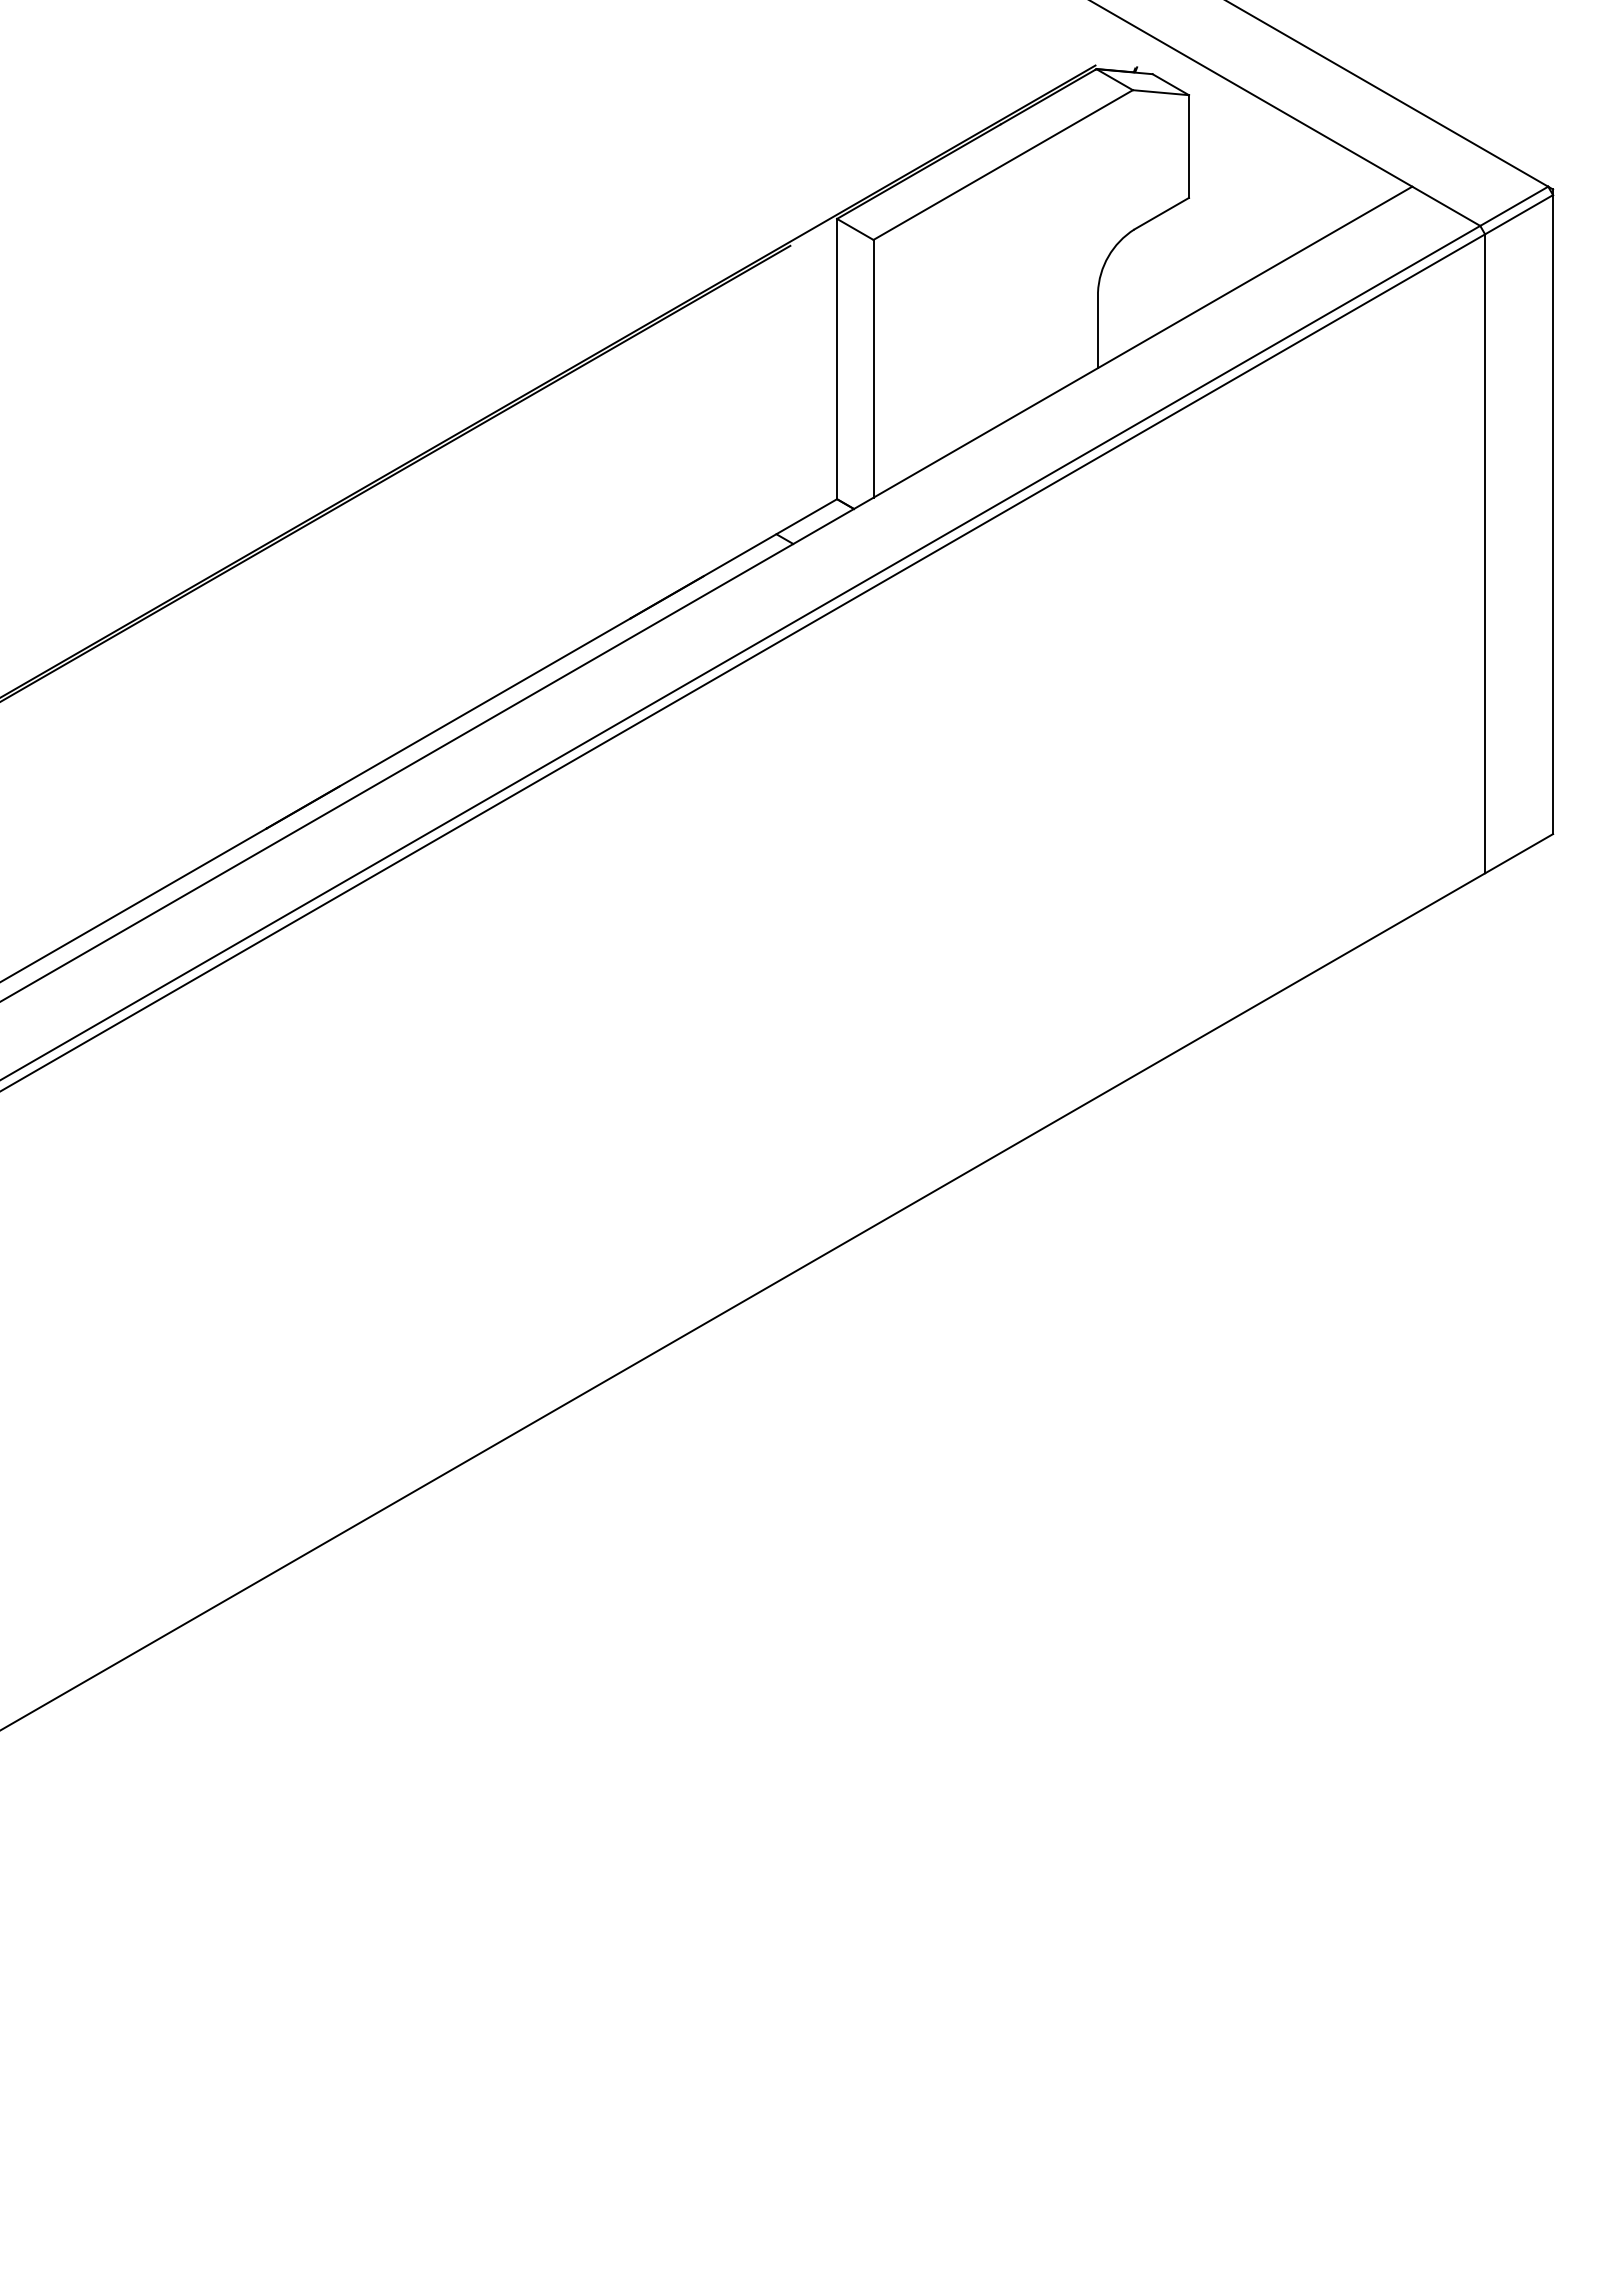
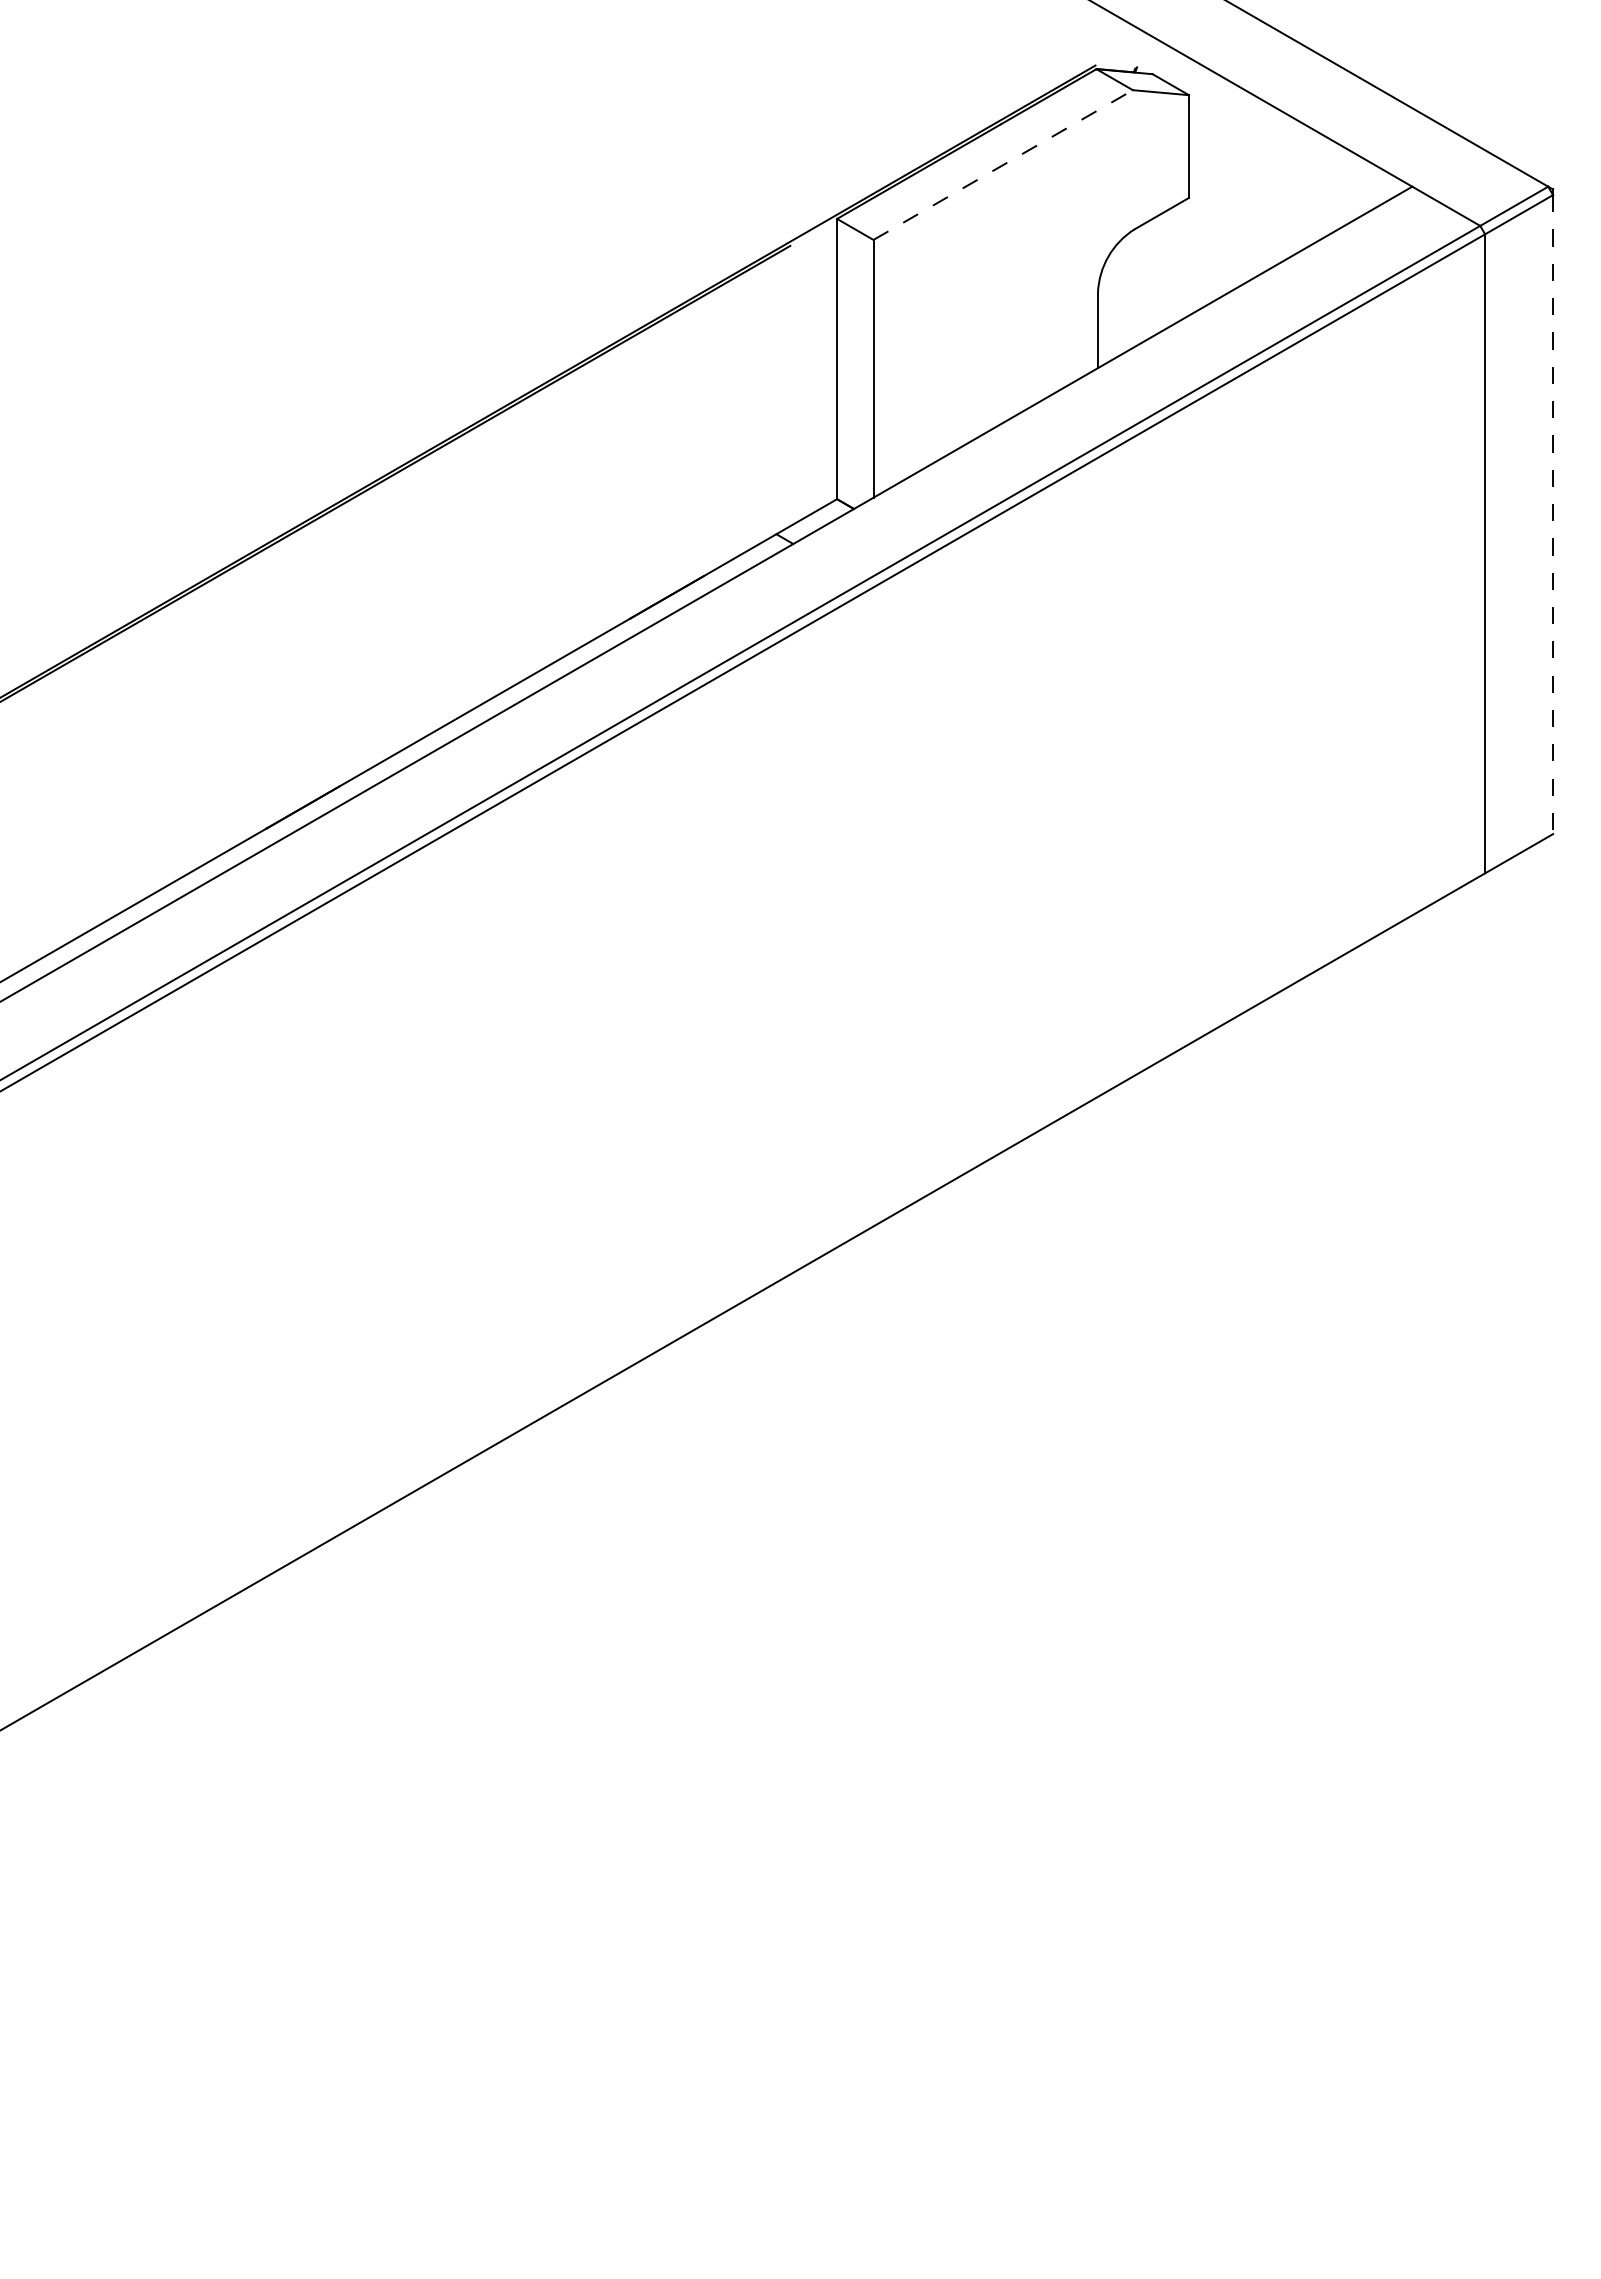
line at (1003, 165): solid -> dashed
line at (1553, 514): solid -> dashed
